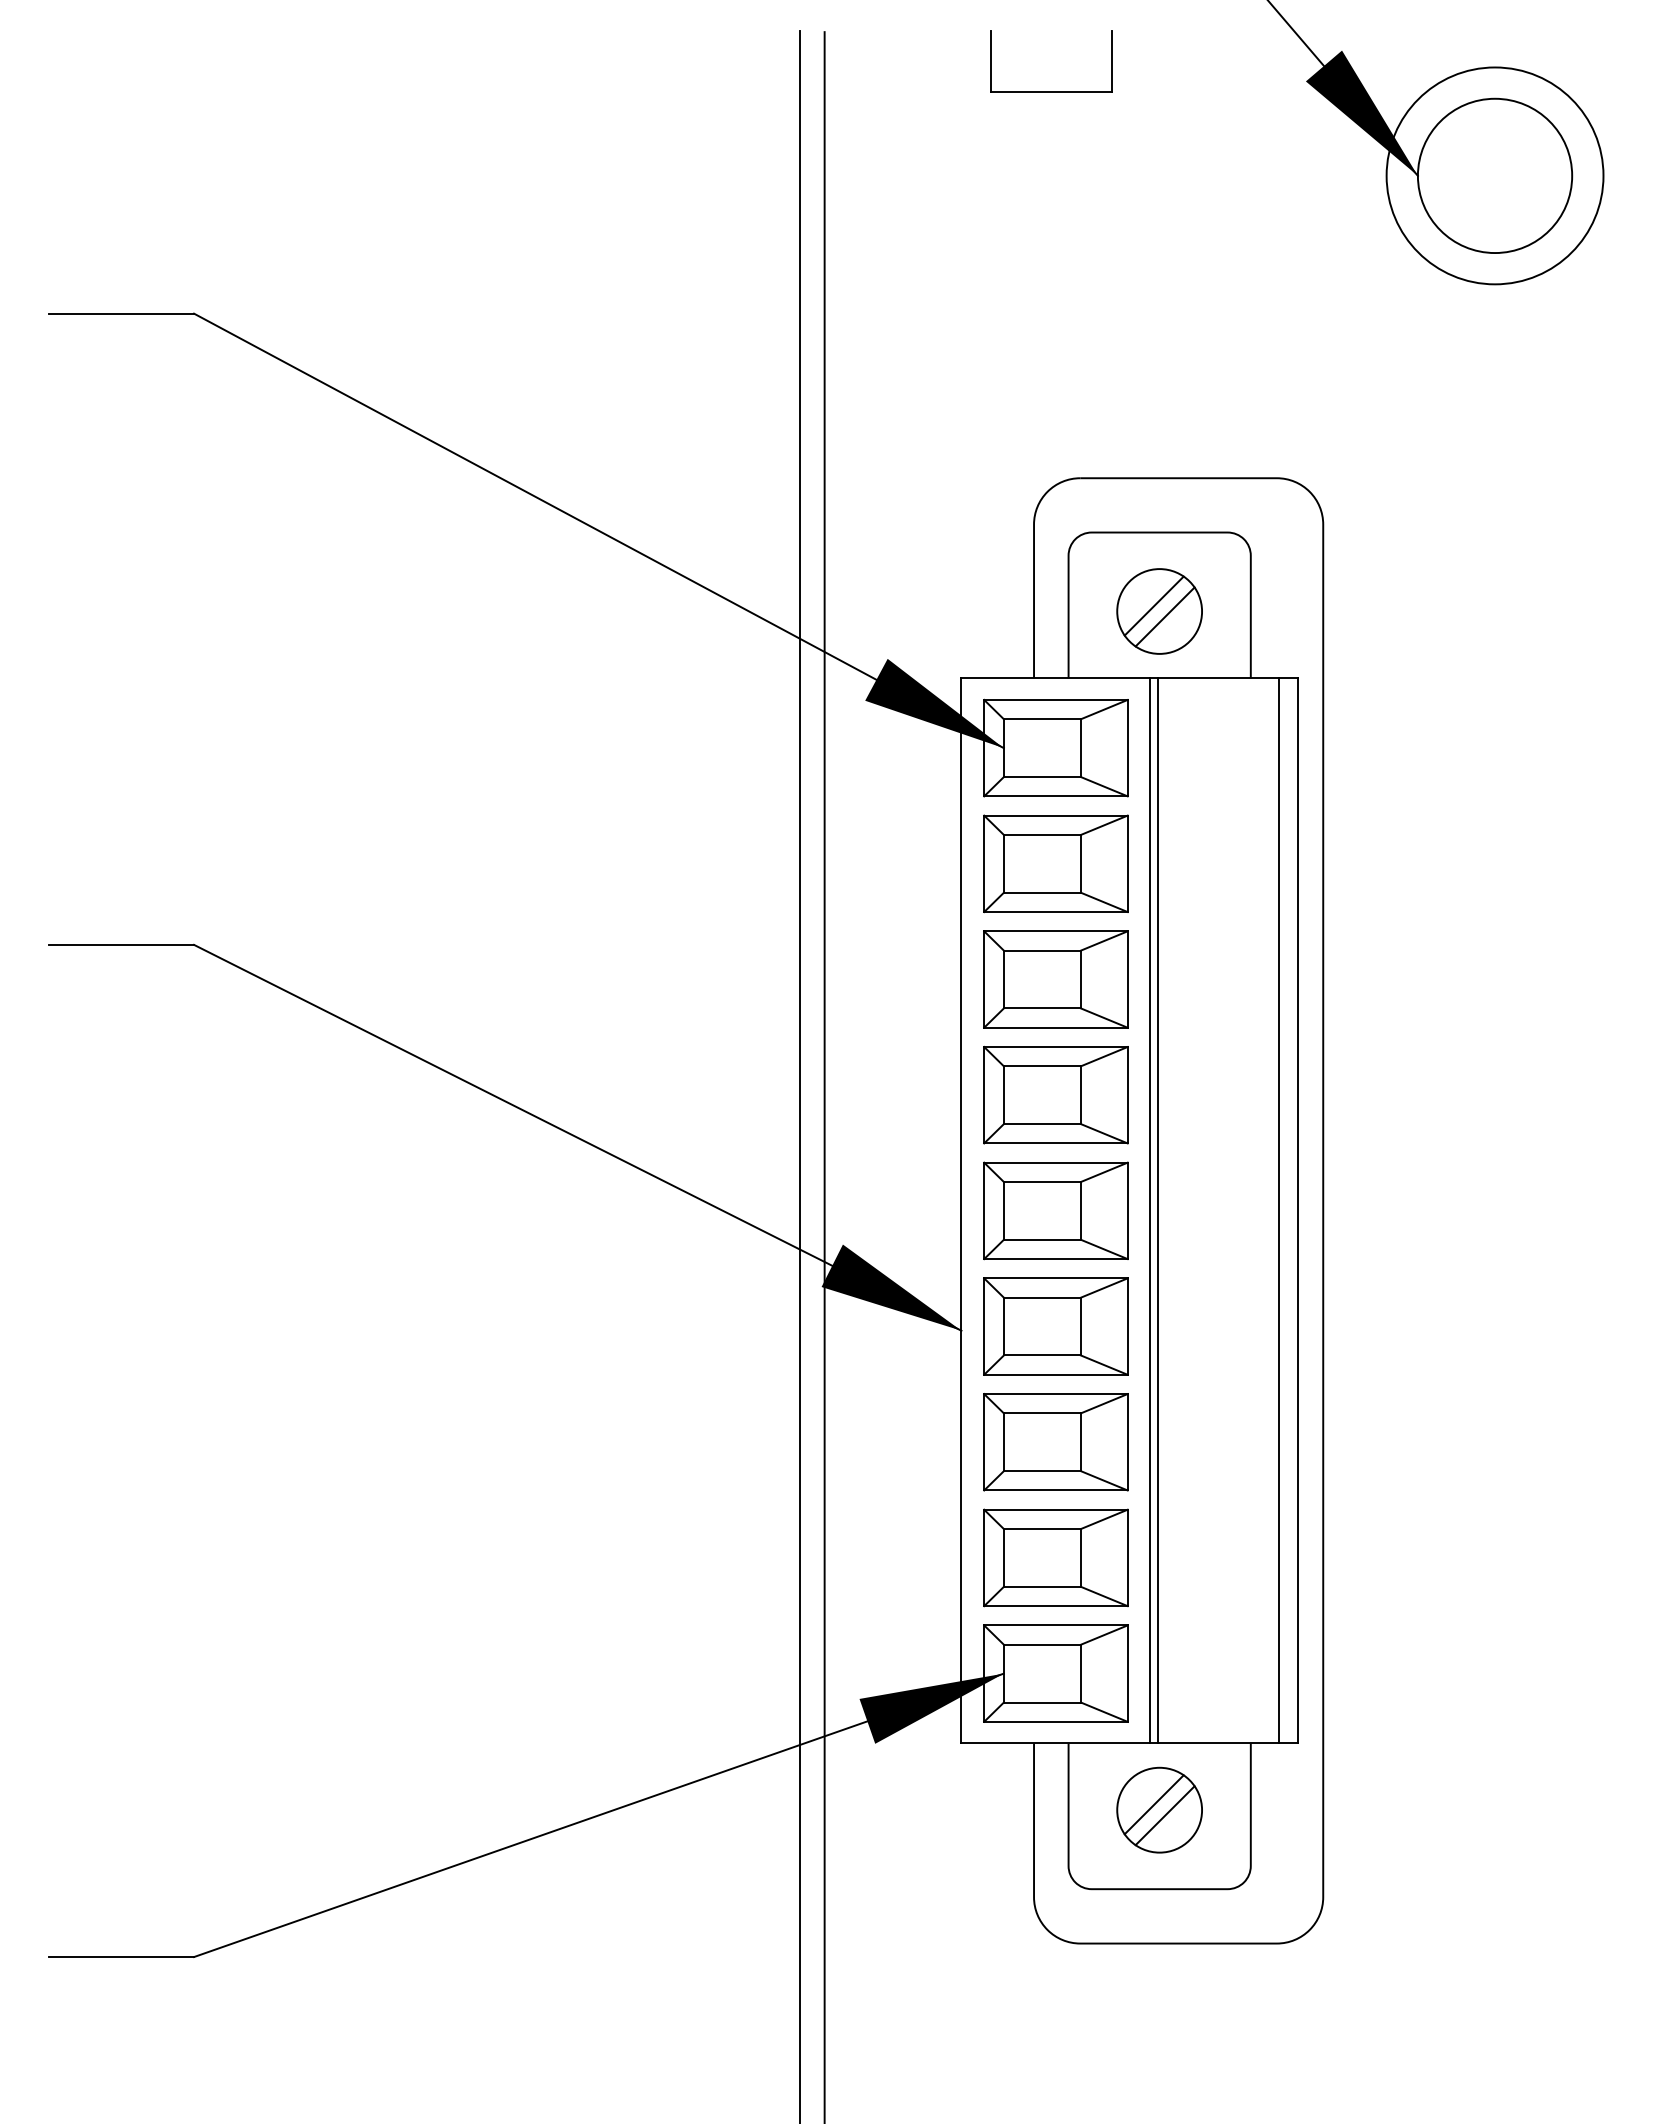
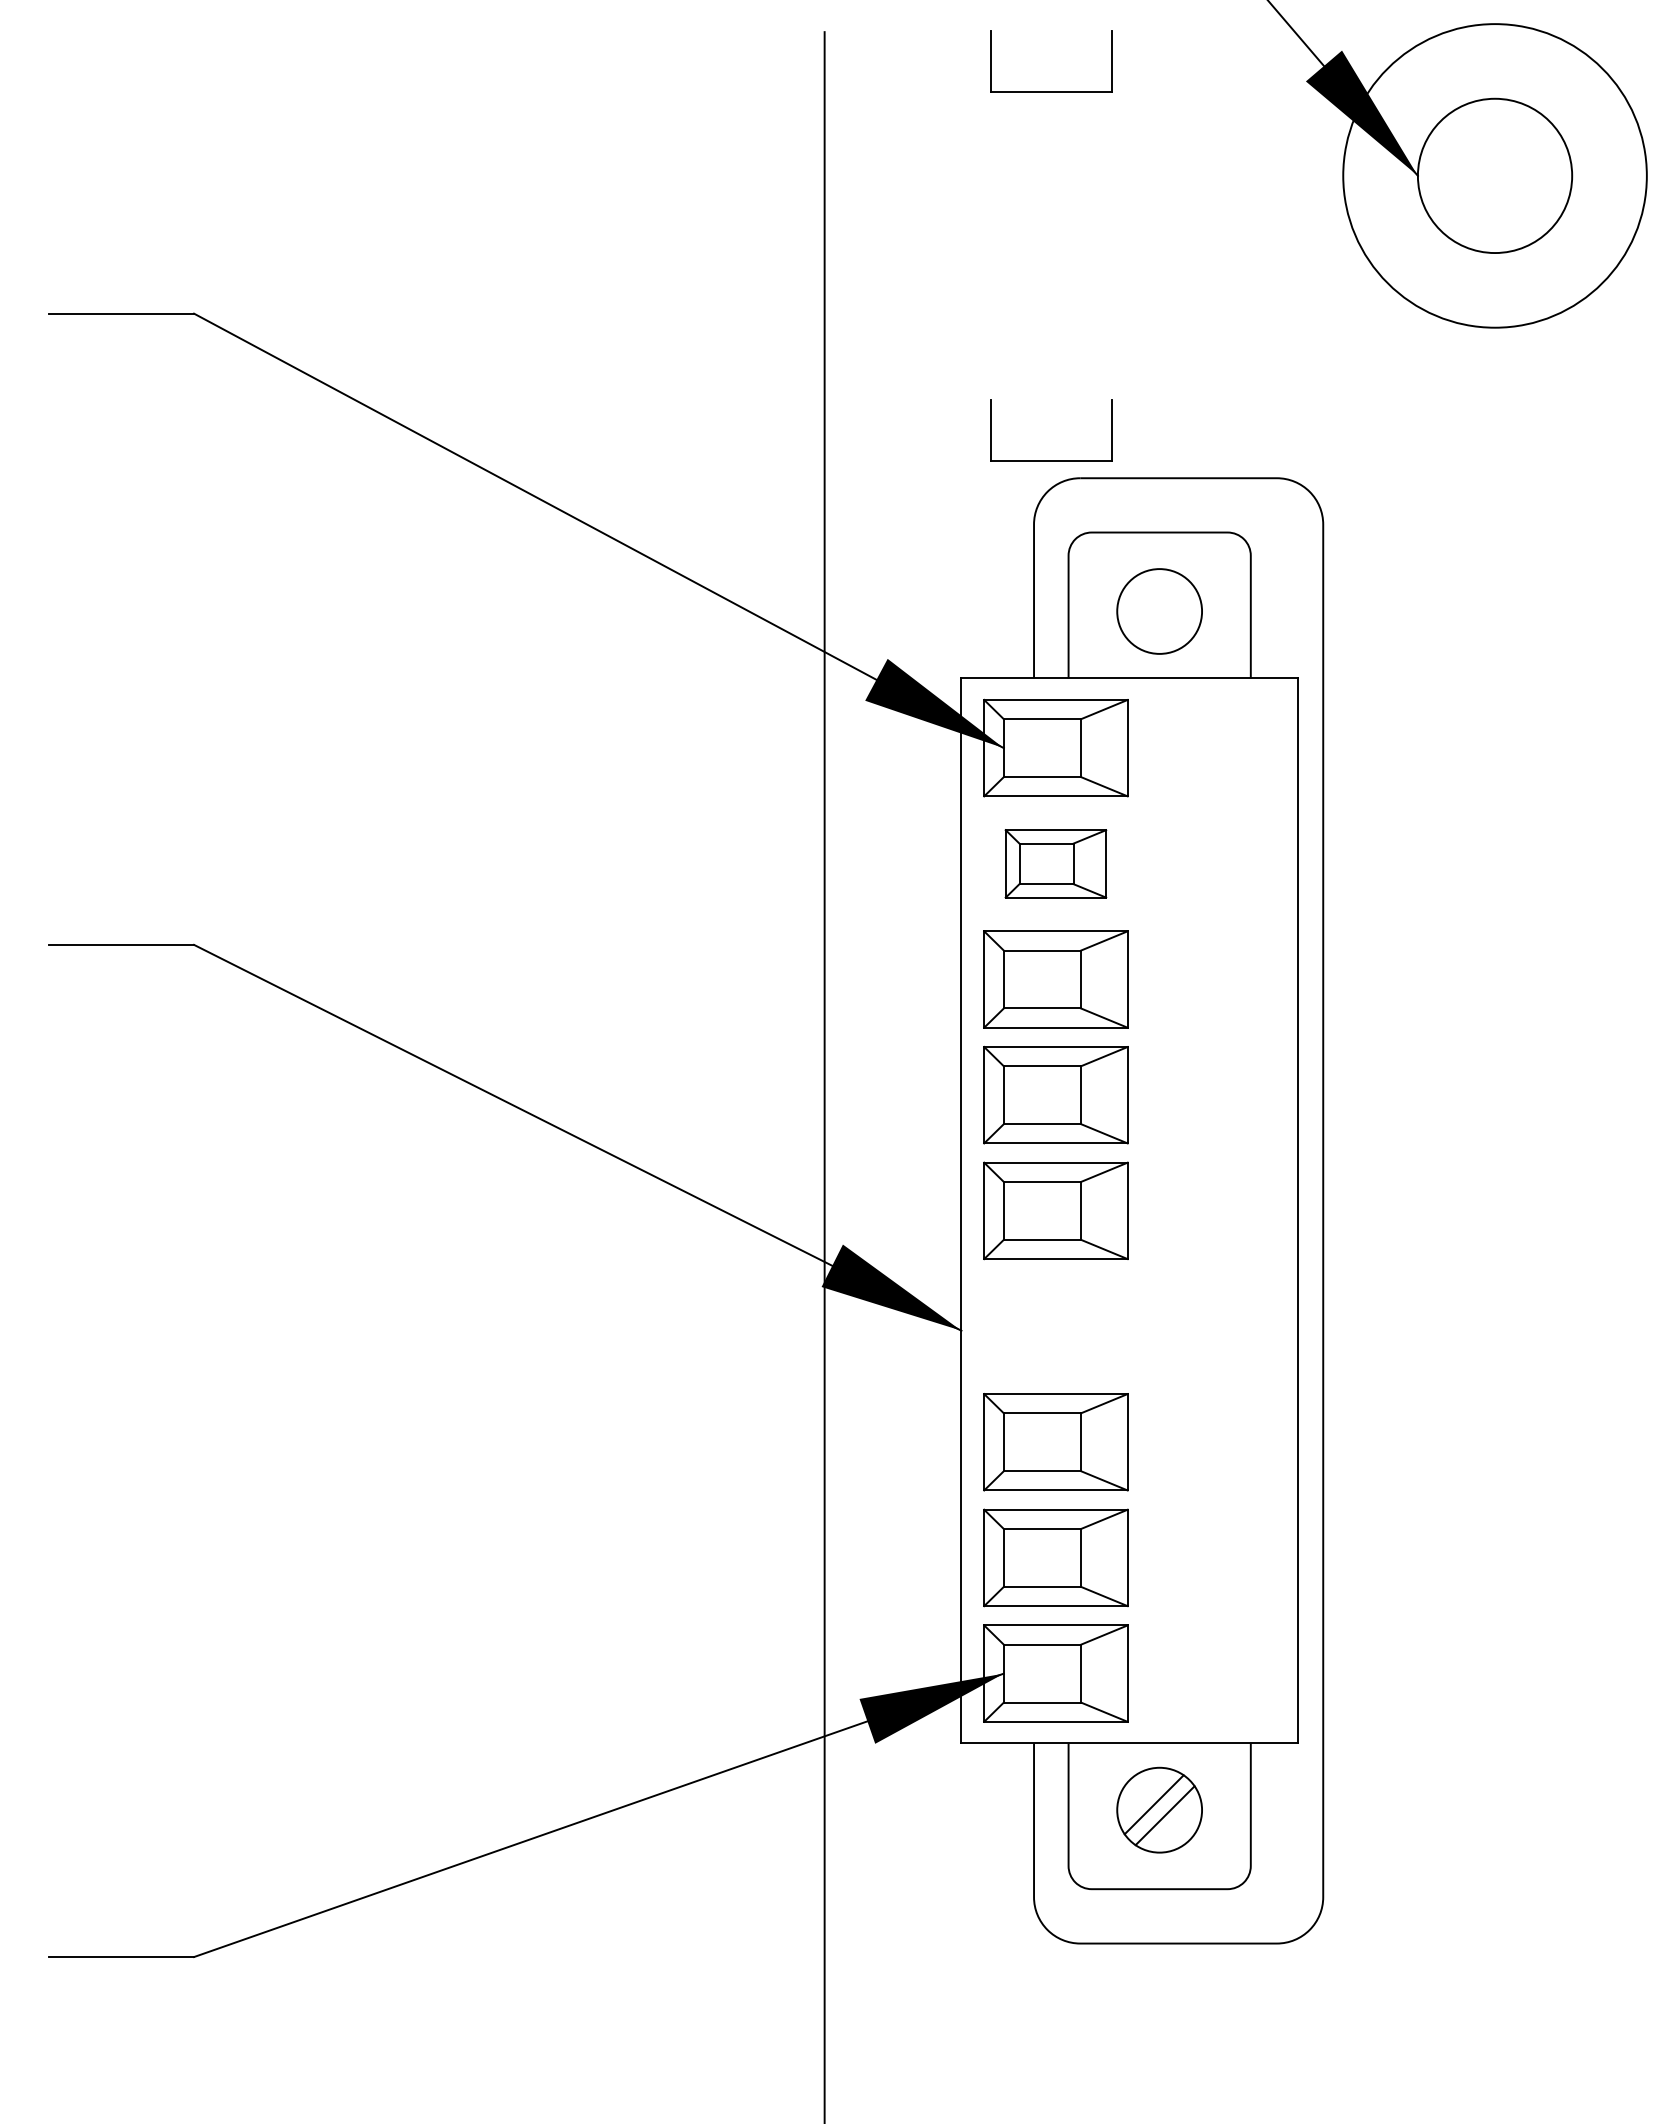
circle at (1494, 175) diameter: 217 px -> 304 px
part at (1051, 460): none -> present
line at (1153, 605): present -> none
line at (1164, 616): present -> none
part at (1055, 863) size: 146x100 px -> 104x70 px
line at (800, 1075): present -> none
line at (1150, 1210): present -> none
line at (1157, 1210): present -> none
line at (1279, 1210): present -> none
part at (1055, 1326): present -> none
